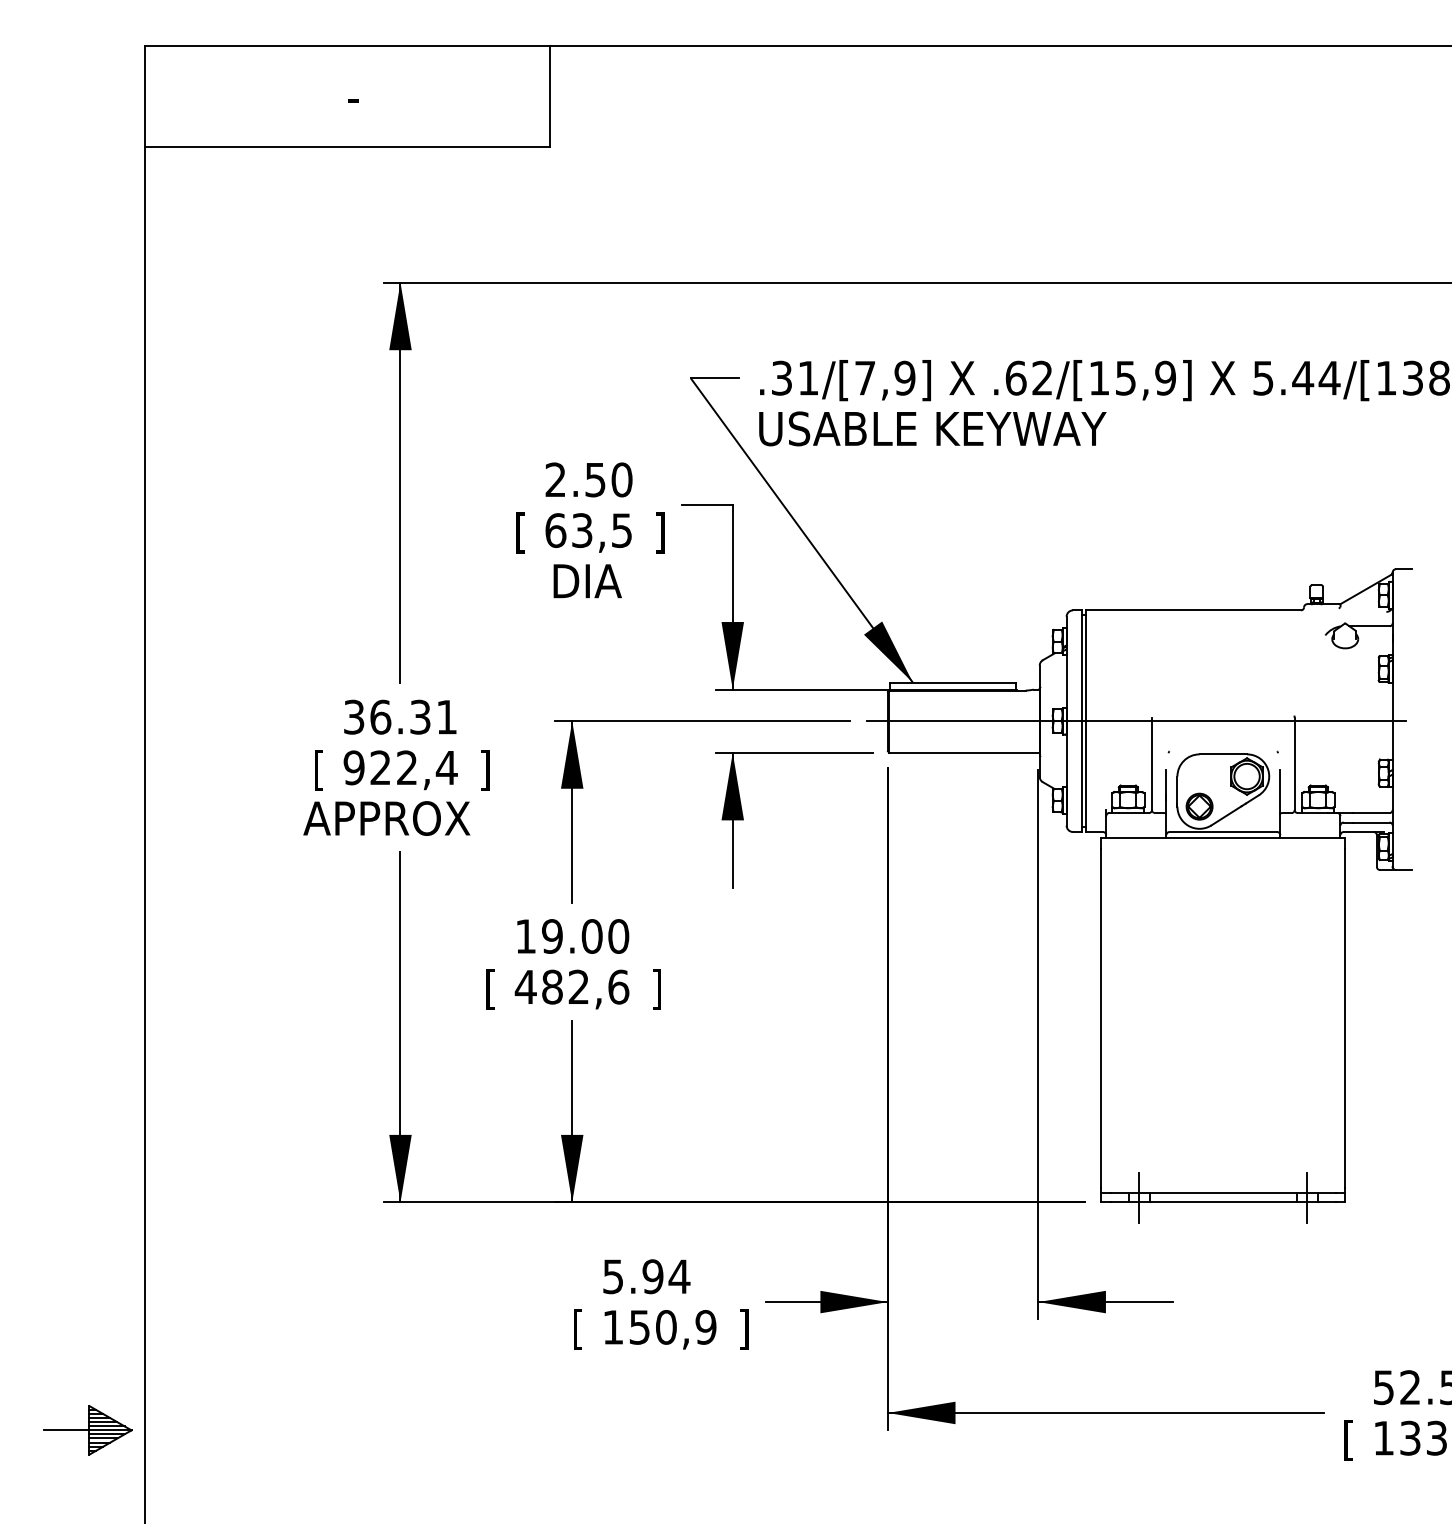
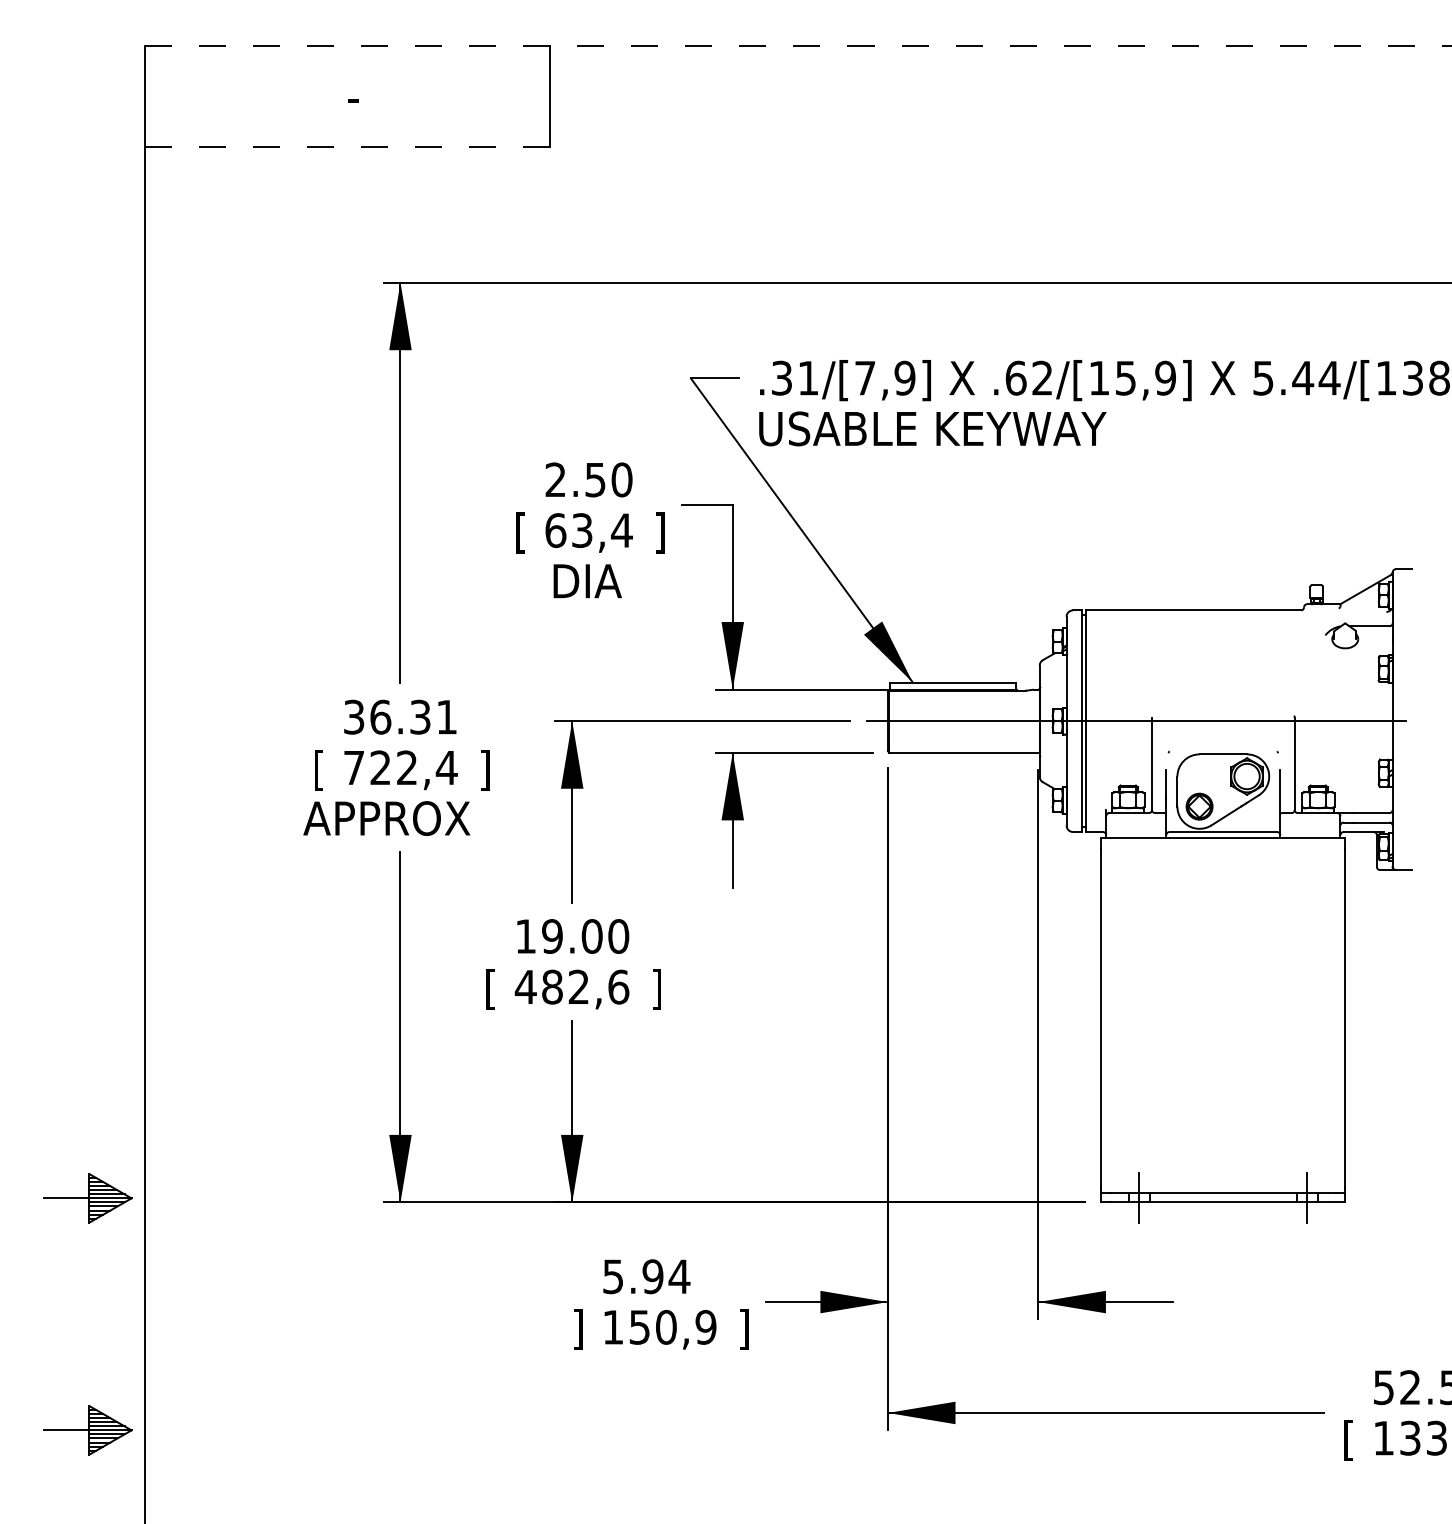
line at (798, 45): solid -> dashed
line at (347, 147): solid -> dashed
text at (621, 530): 63,5 -> 63,4
text at (353, 767): 922,4 -> 722,4
part at (87, 1198): none -> present
text at (578, 1329): [ -> ]
